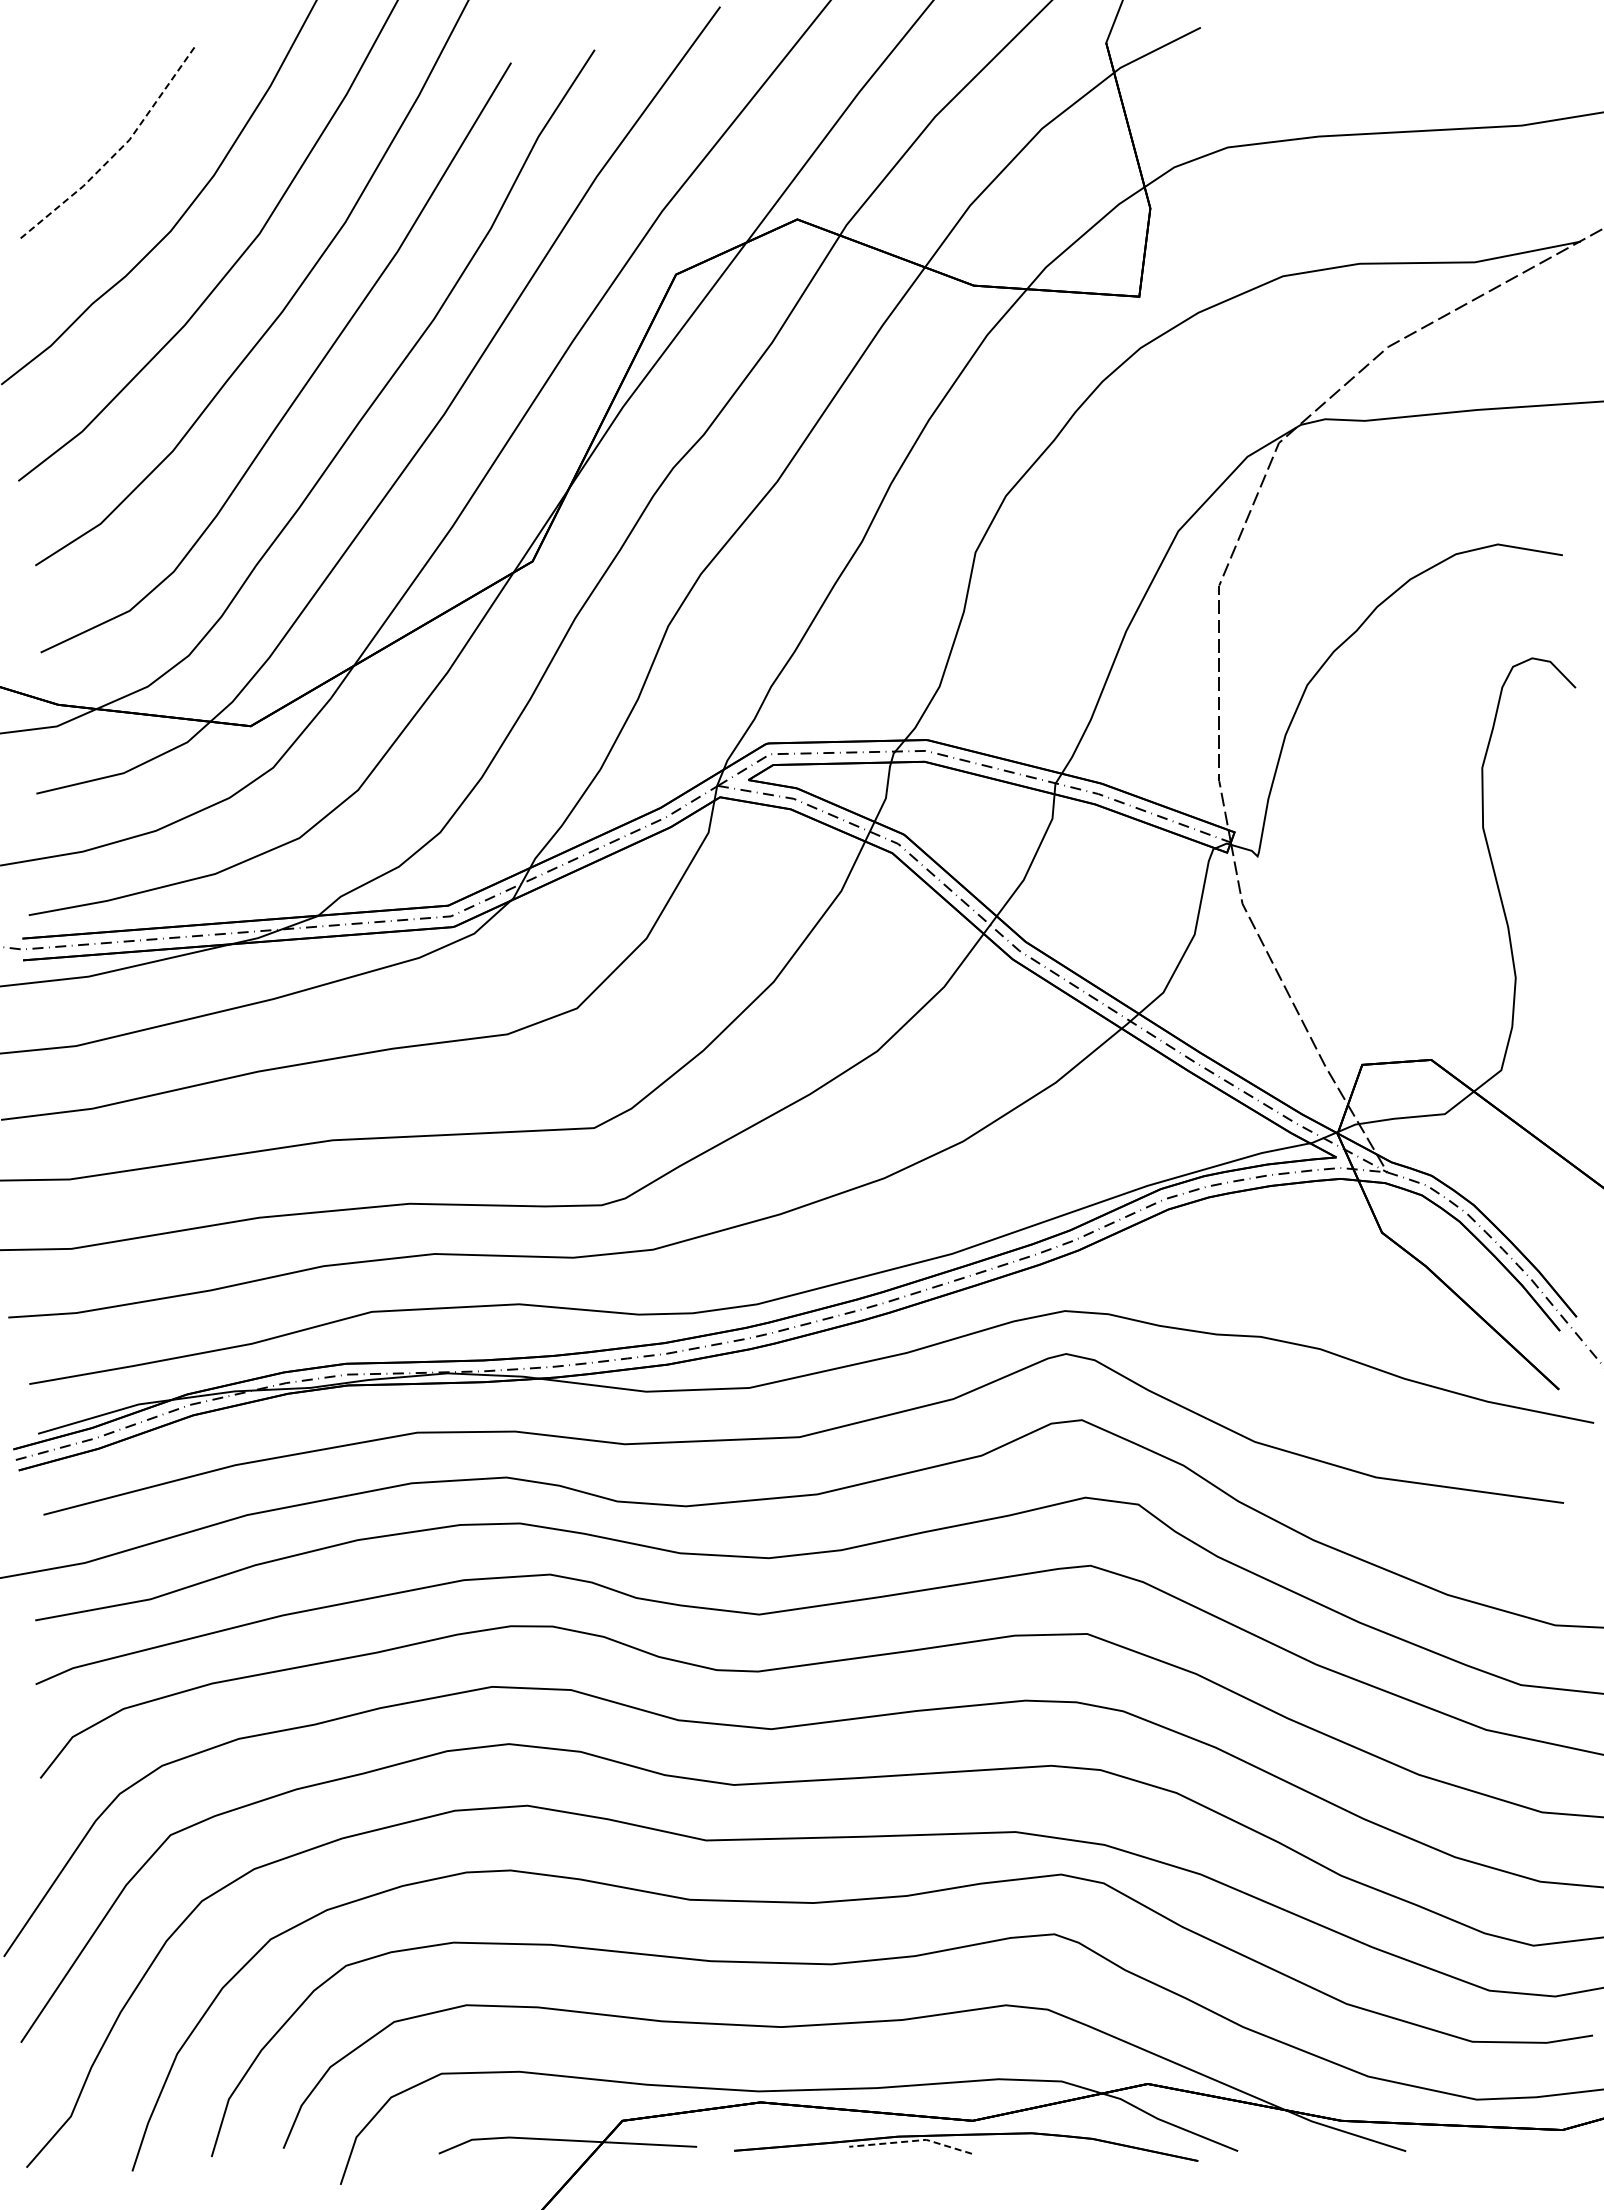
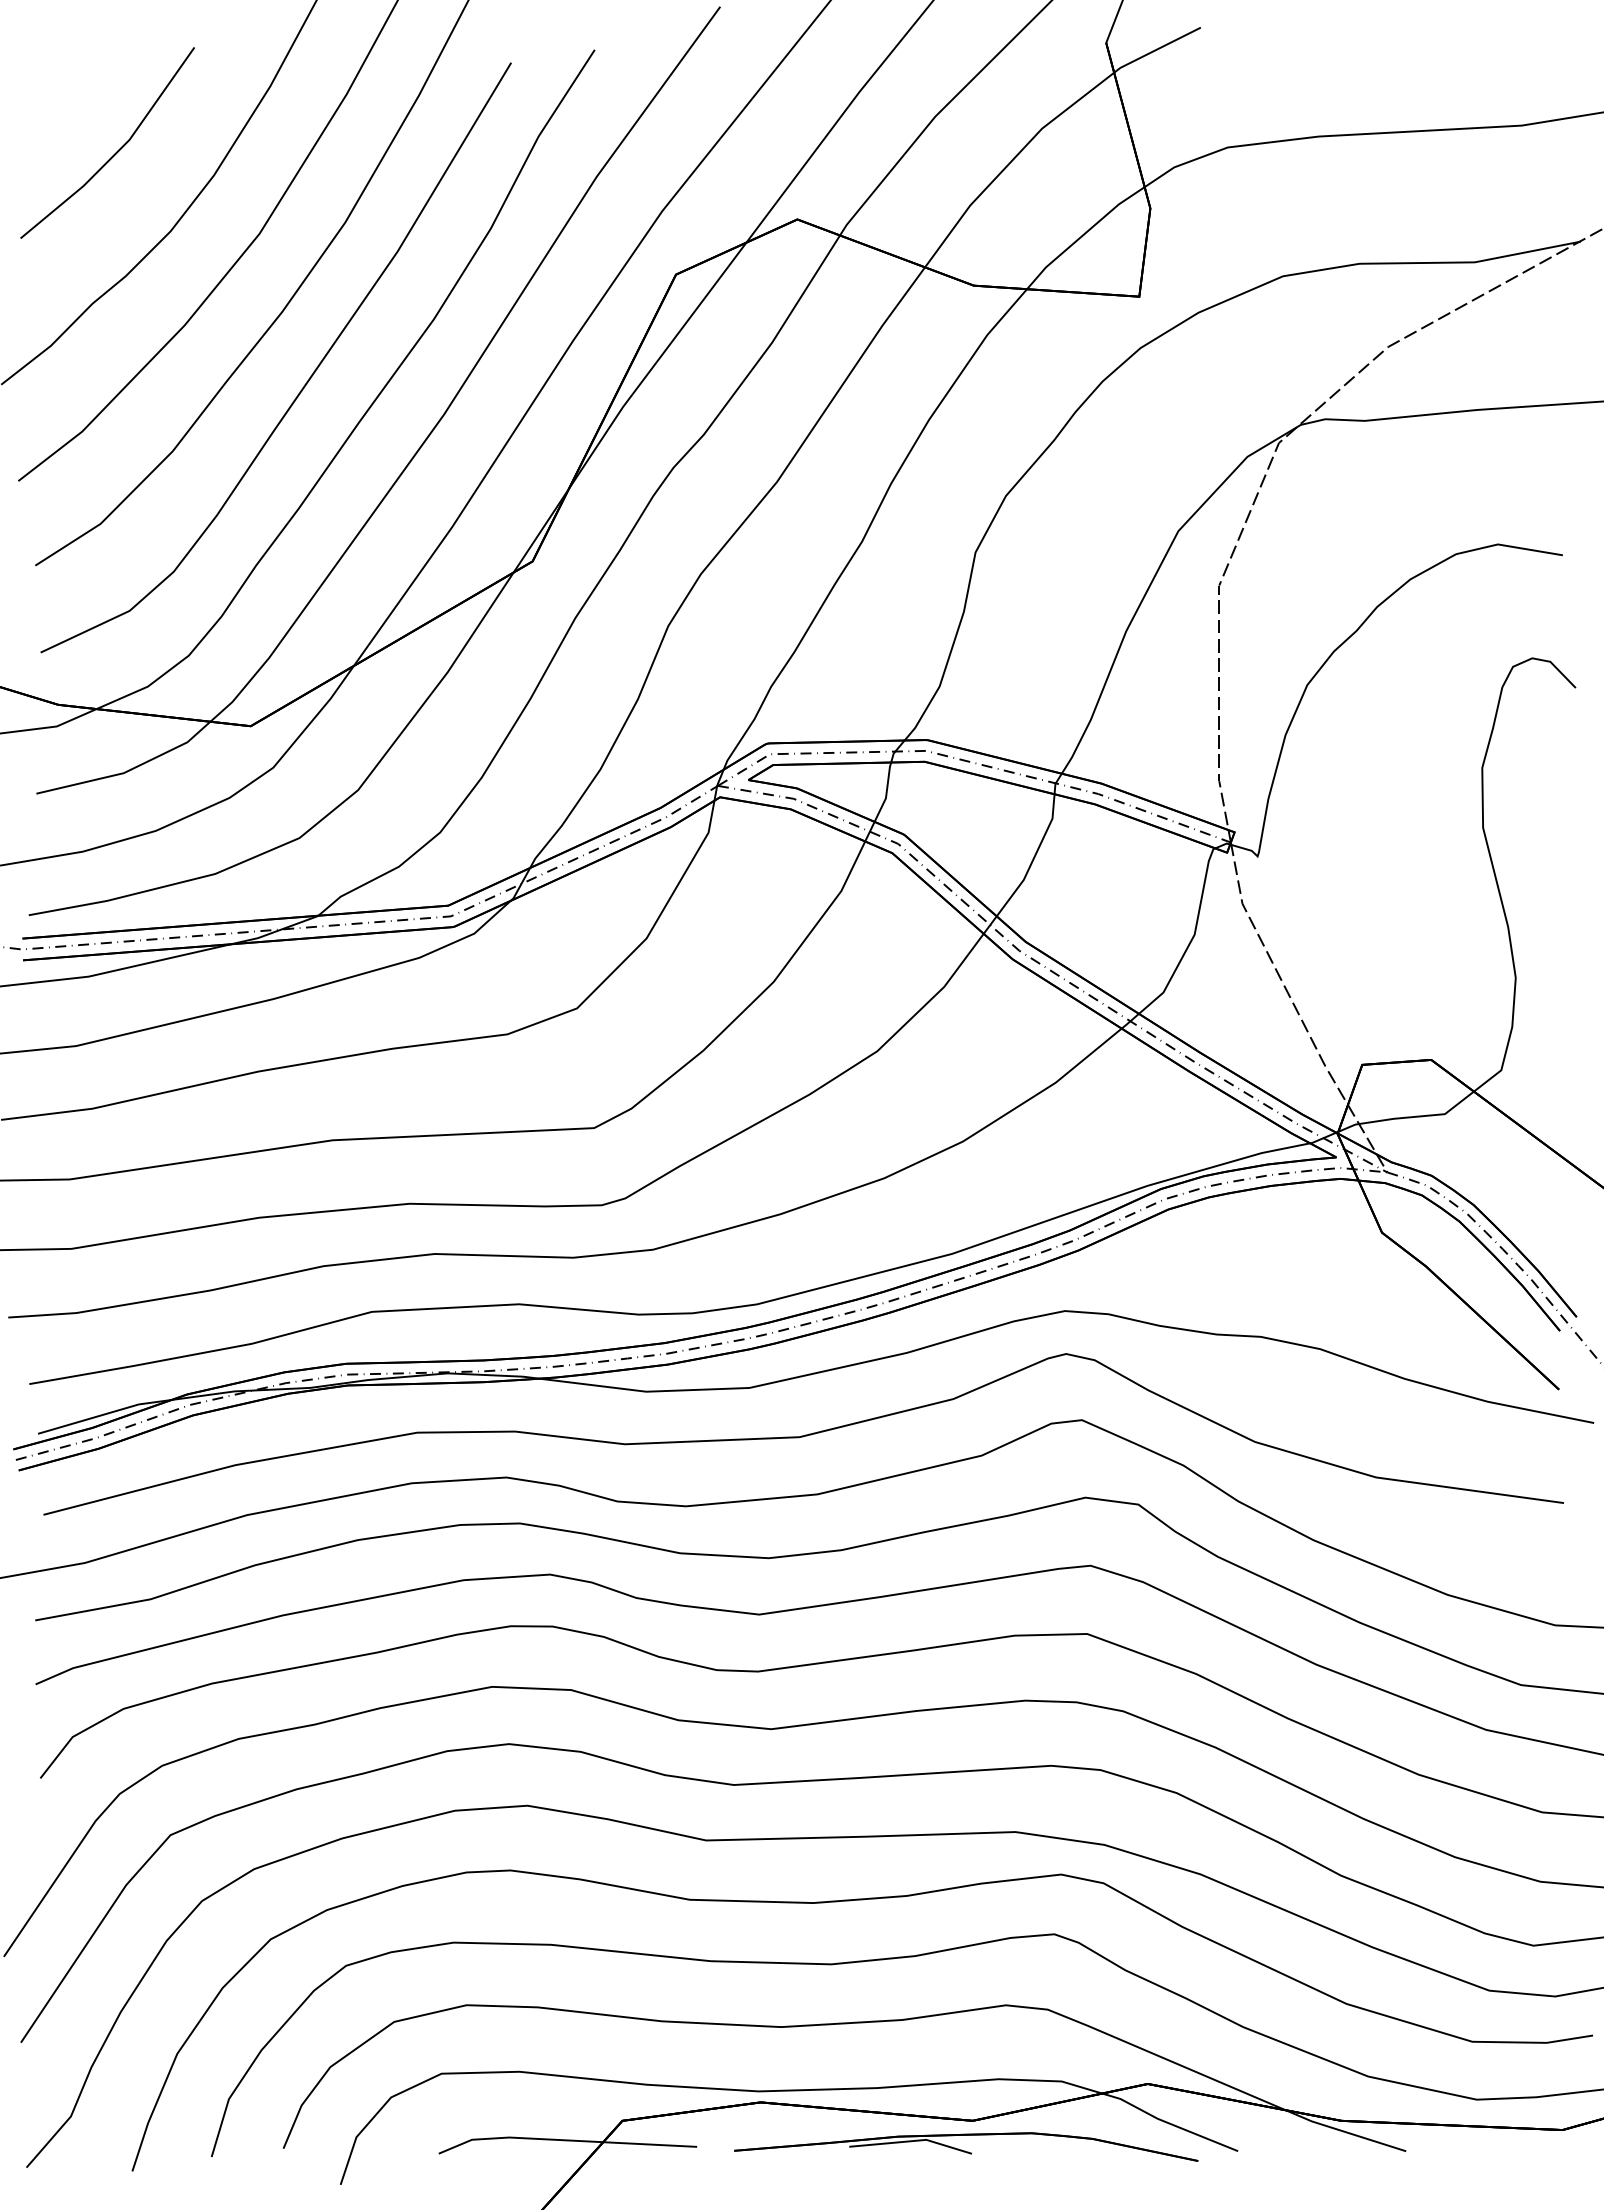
line at (117, 151): dashed -> solid
line at (911, 2141): dashed -> solid
